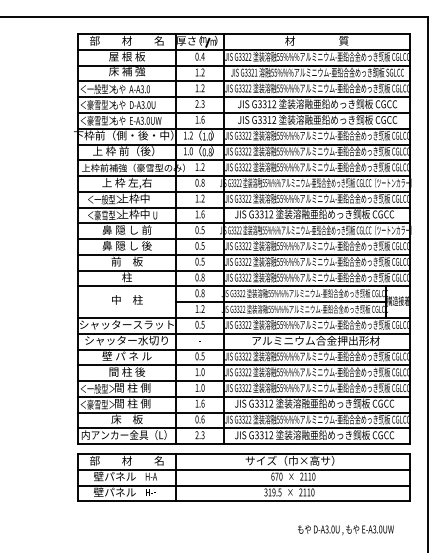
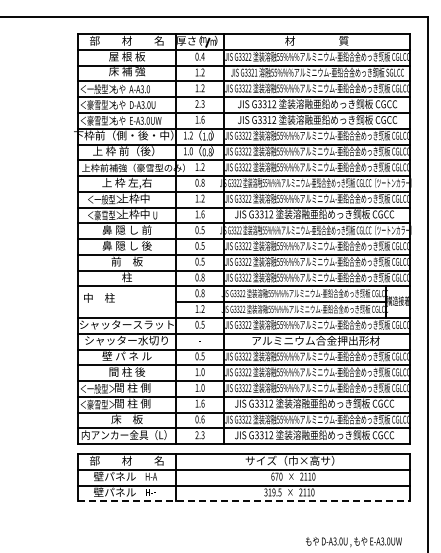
text at (127, 299) position: (127, 299) -> (99, 297)
line at (244, 501): solid -> dashed
text at (345, 530) position: (345, 530) -> (353, 542)
